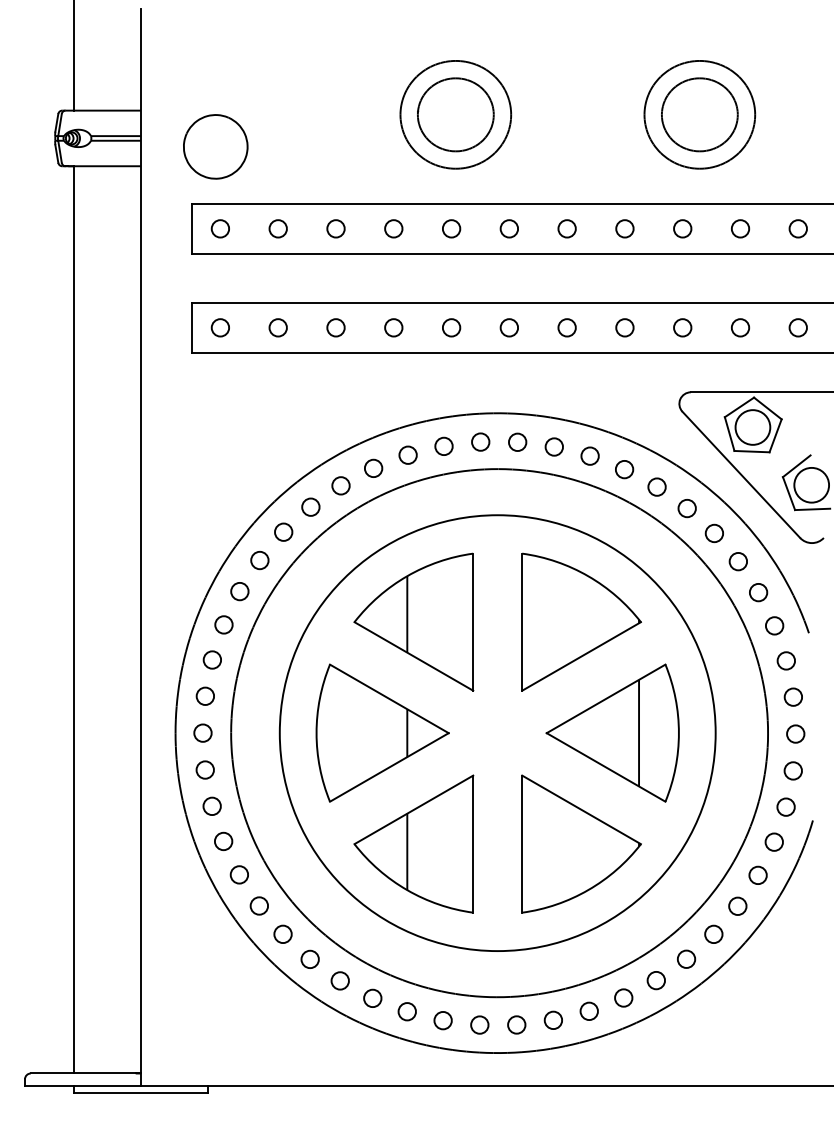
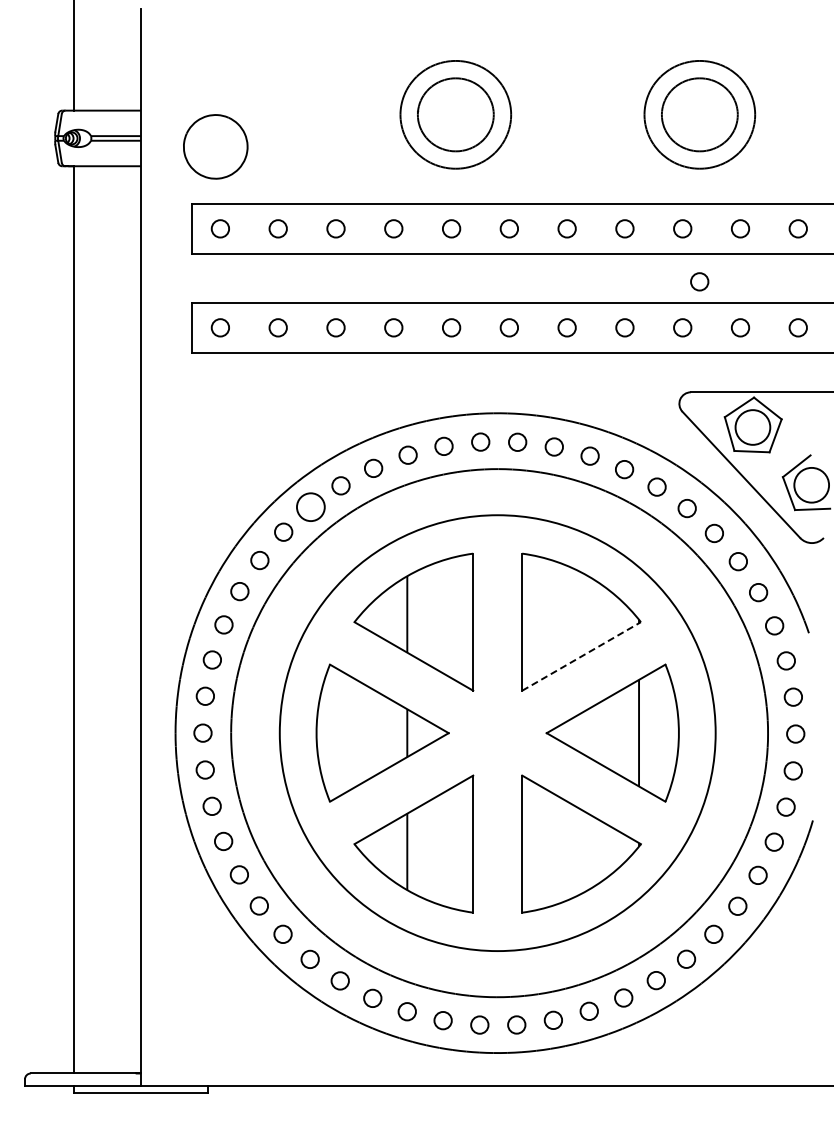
circle at (699, 281): none -> present
circle at (310, 506) diameter: 17 px -> 28 px
line at (581, 656): solid -> dashed
